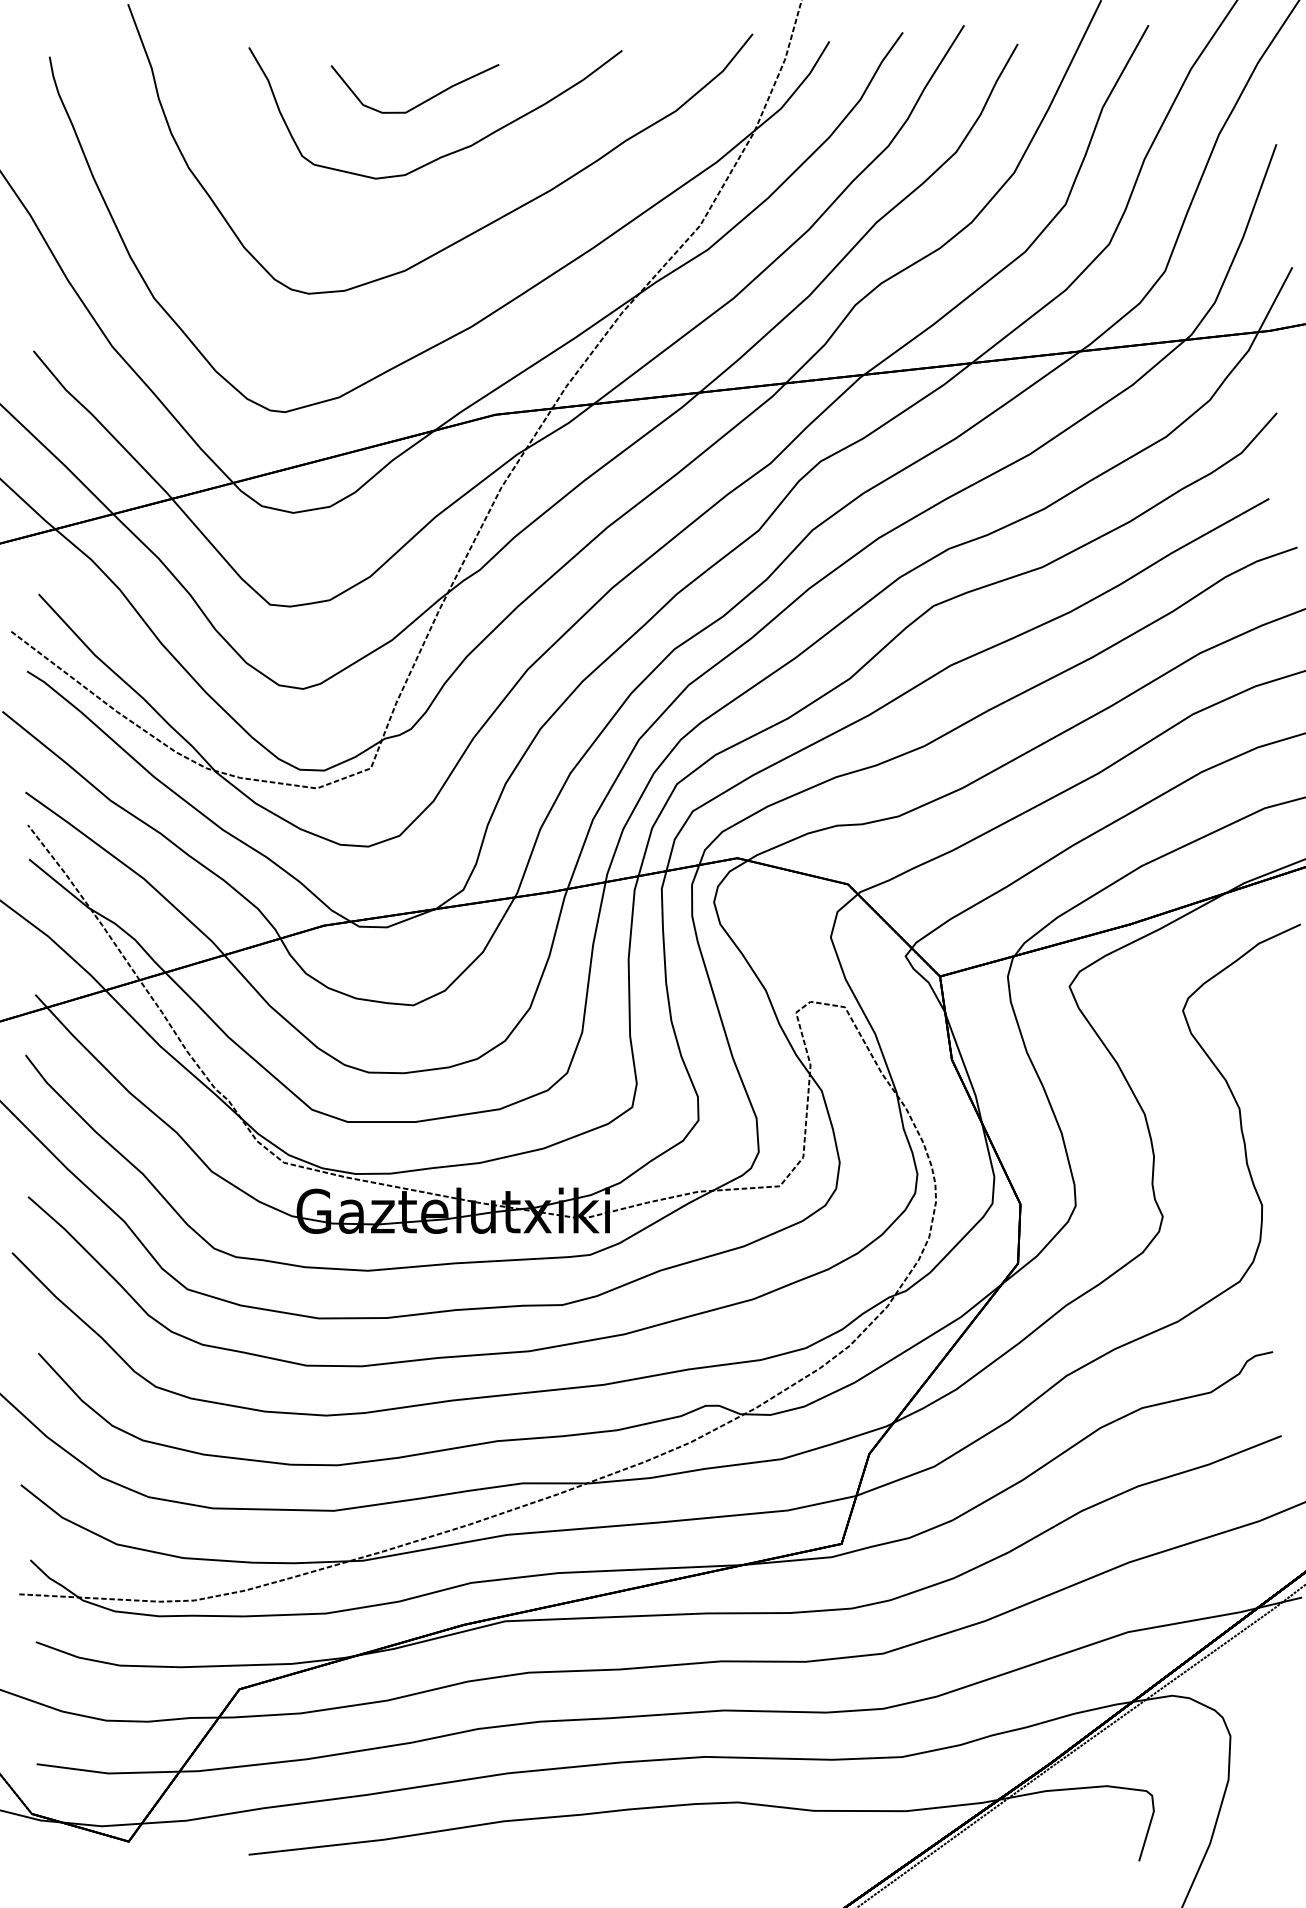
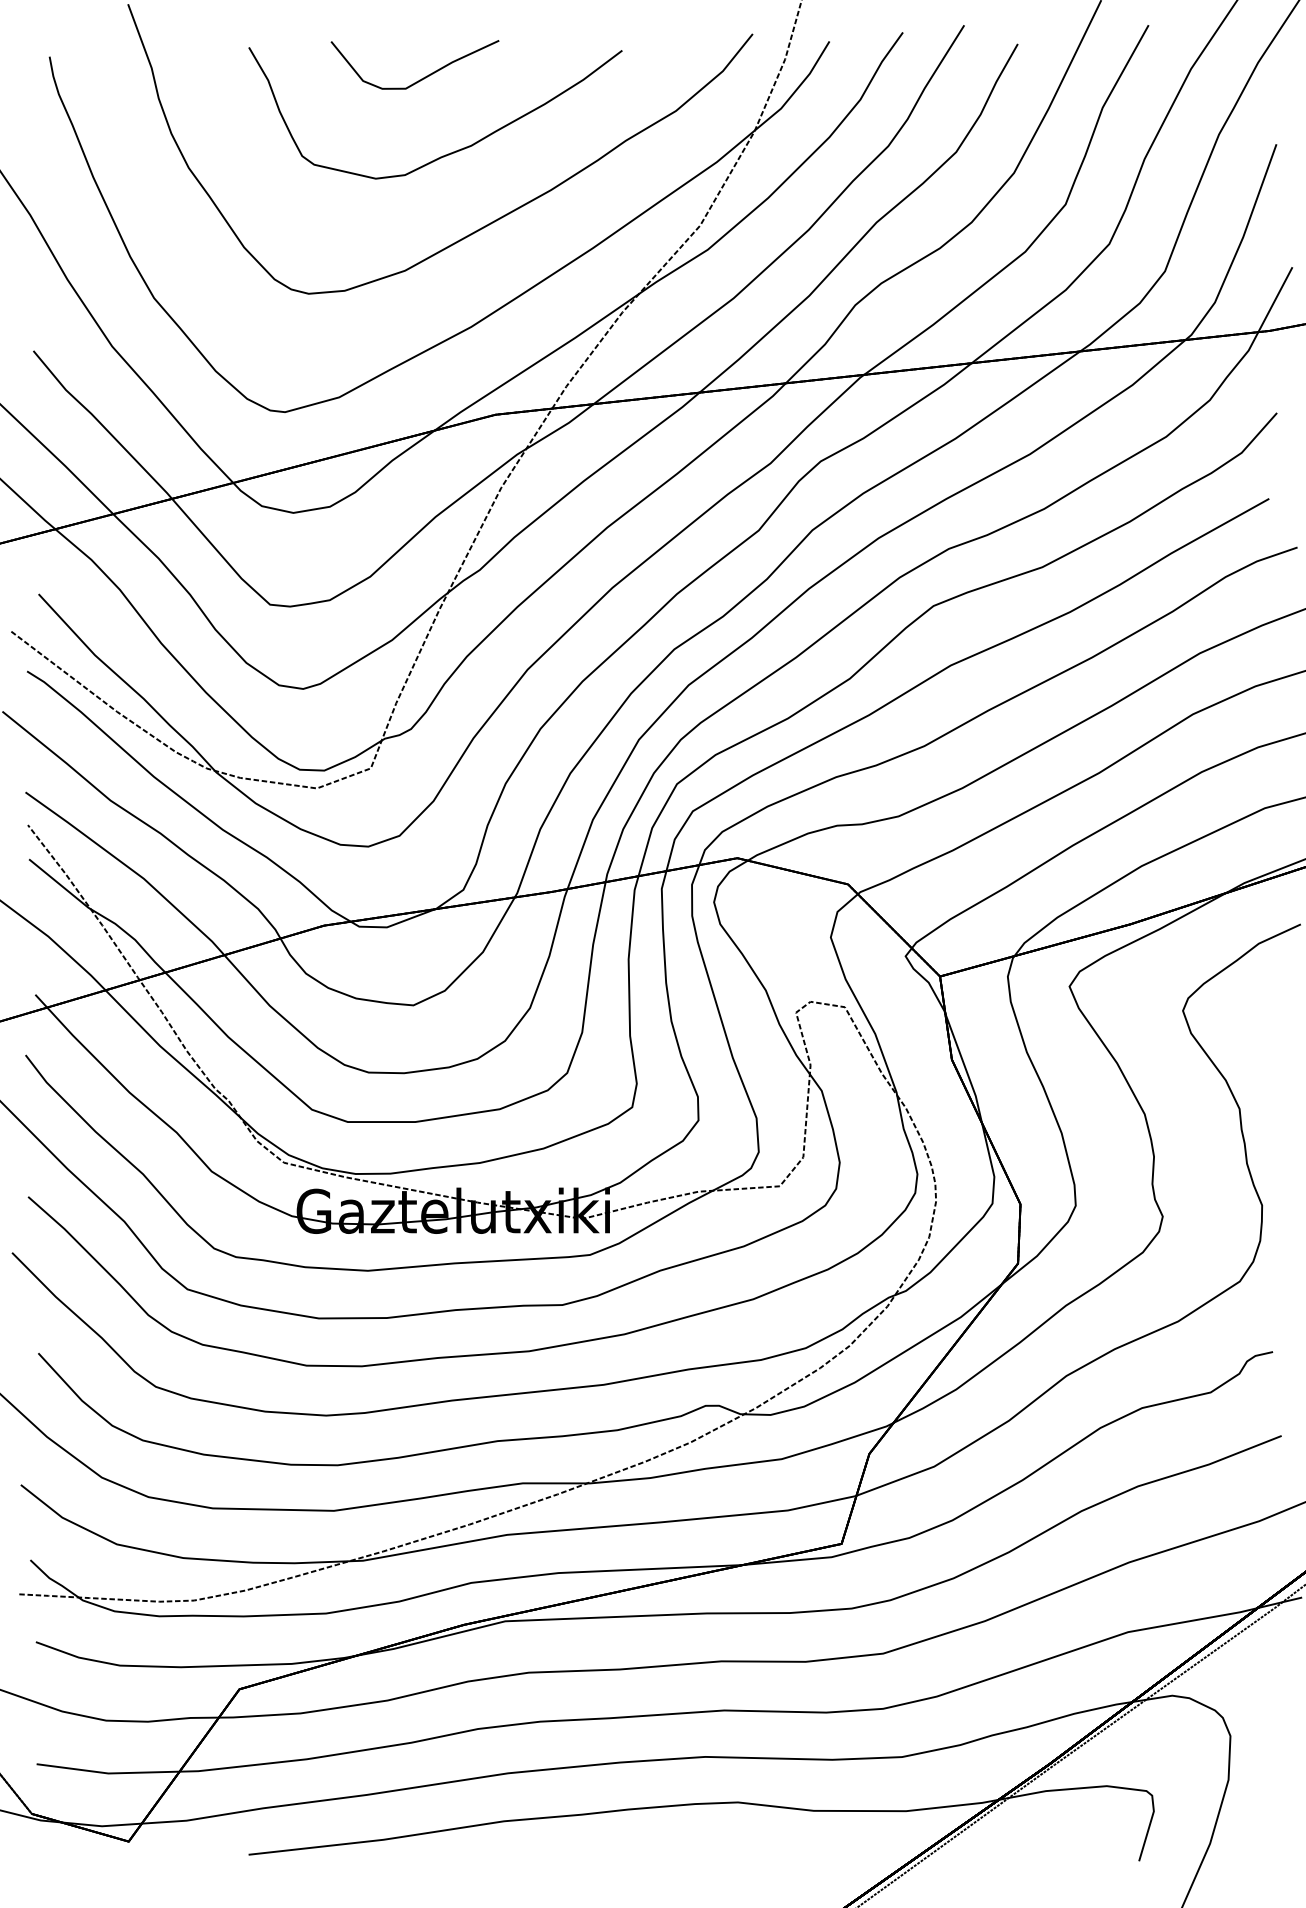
part at (421, 102) position: (421, 102) -> (421, 78)
